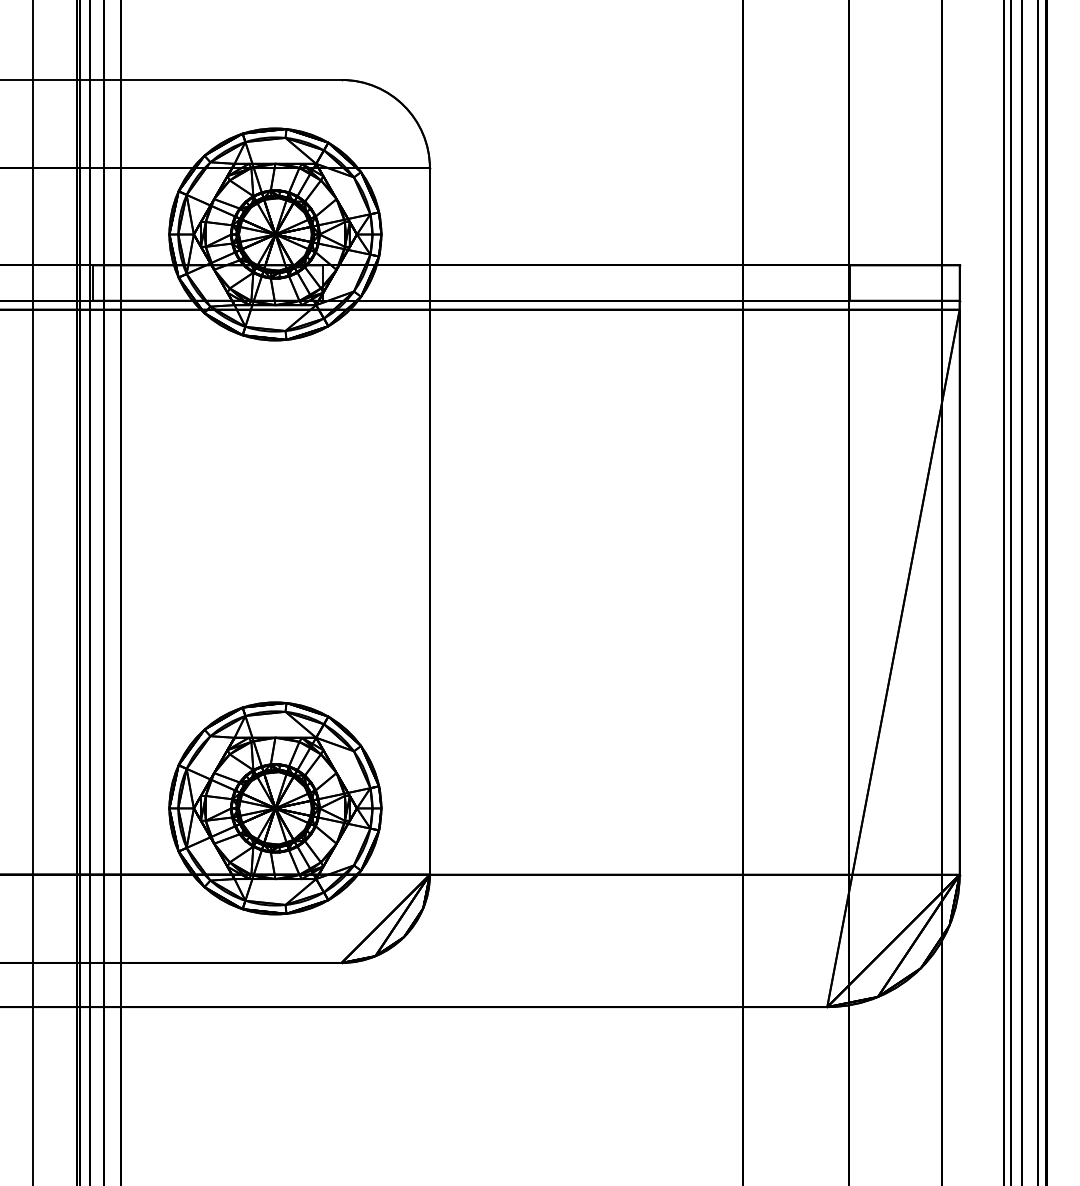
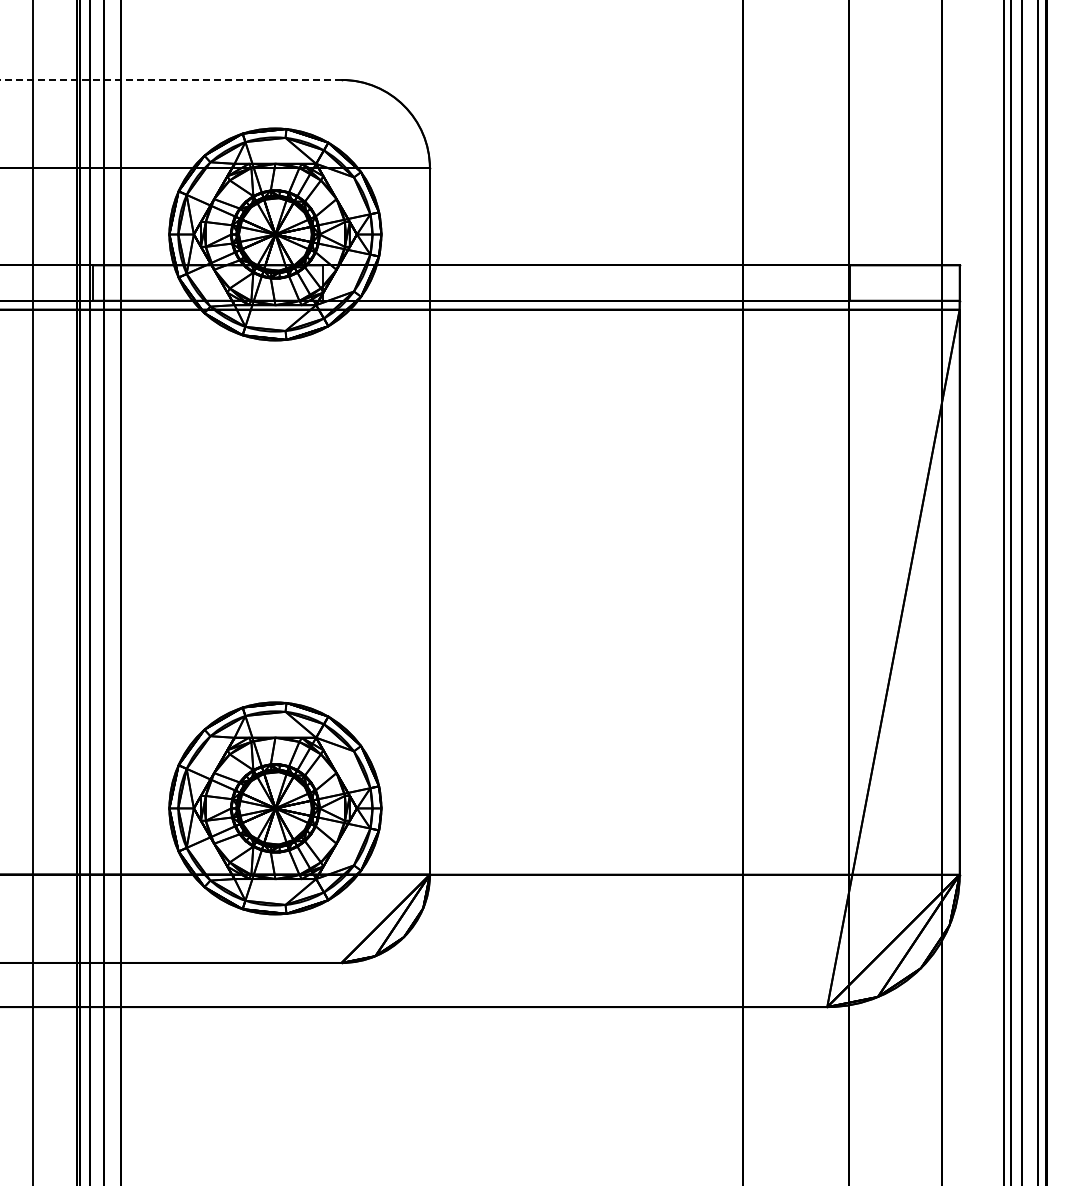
line at (170, 79): solid -> dashed
